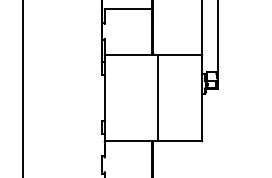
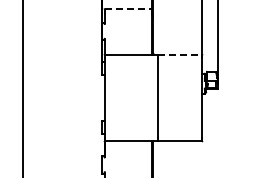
line at (128, 9): solid -> dashed
line at (179, 54): solid -> dashed
